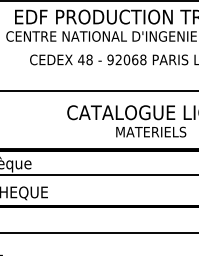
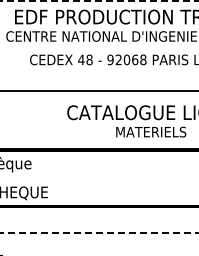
line at (100, 1): solid -> dashed
line at (98, 175): present -> none
line at (100, 233): solid -> dashed
